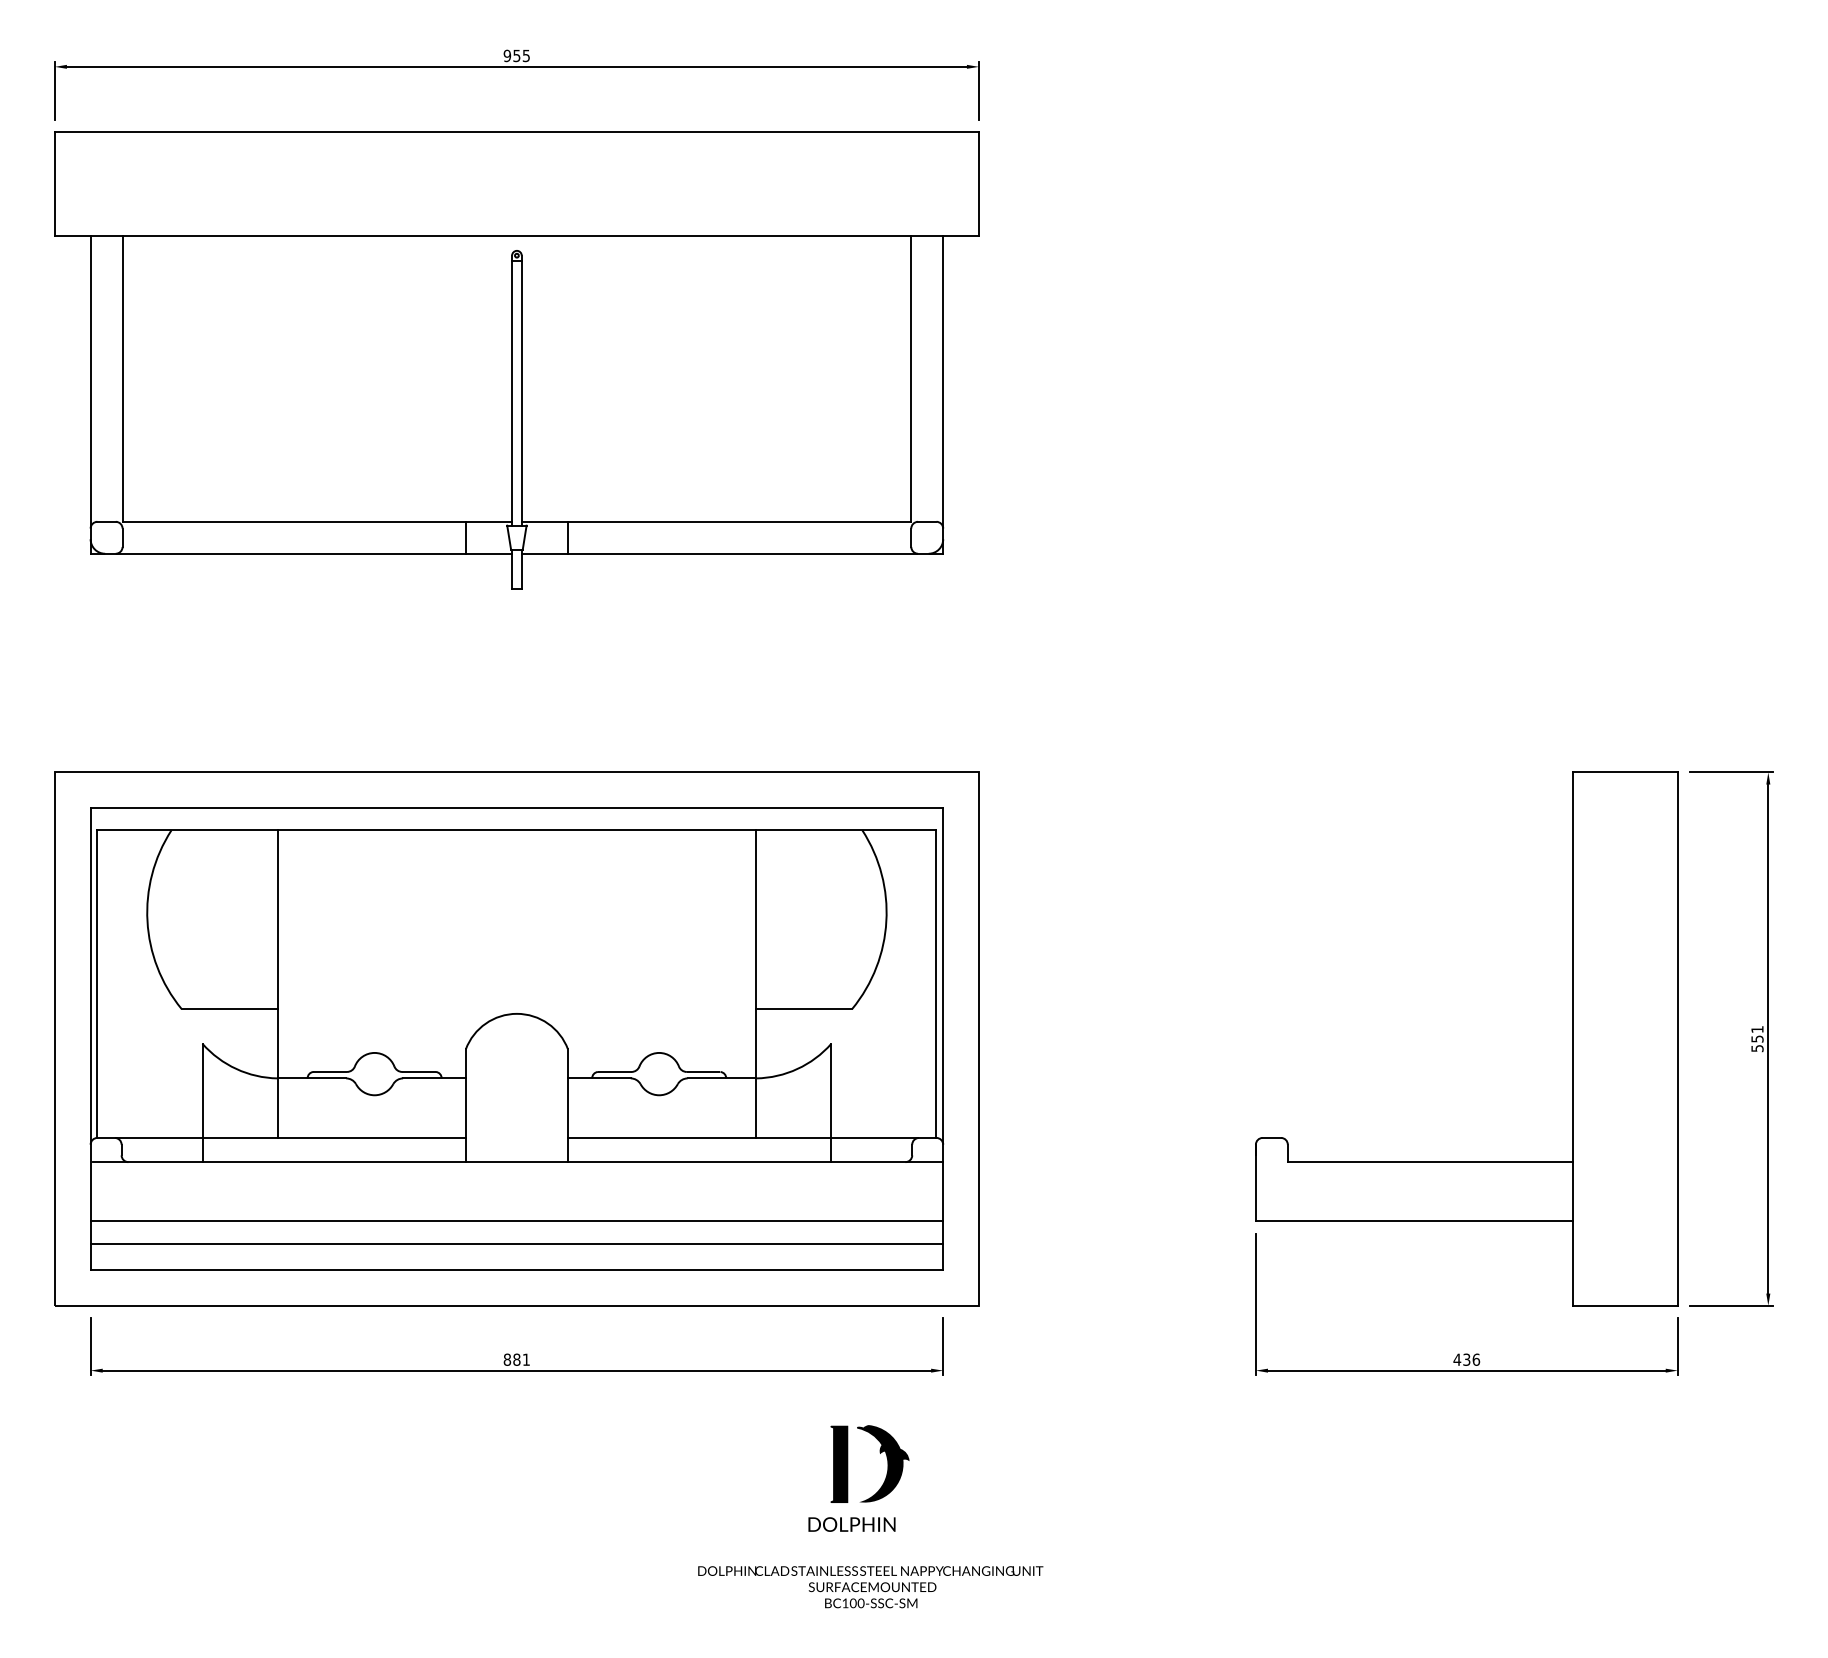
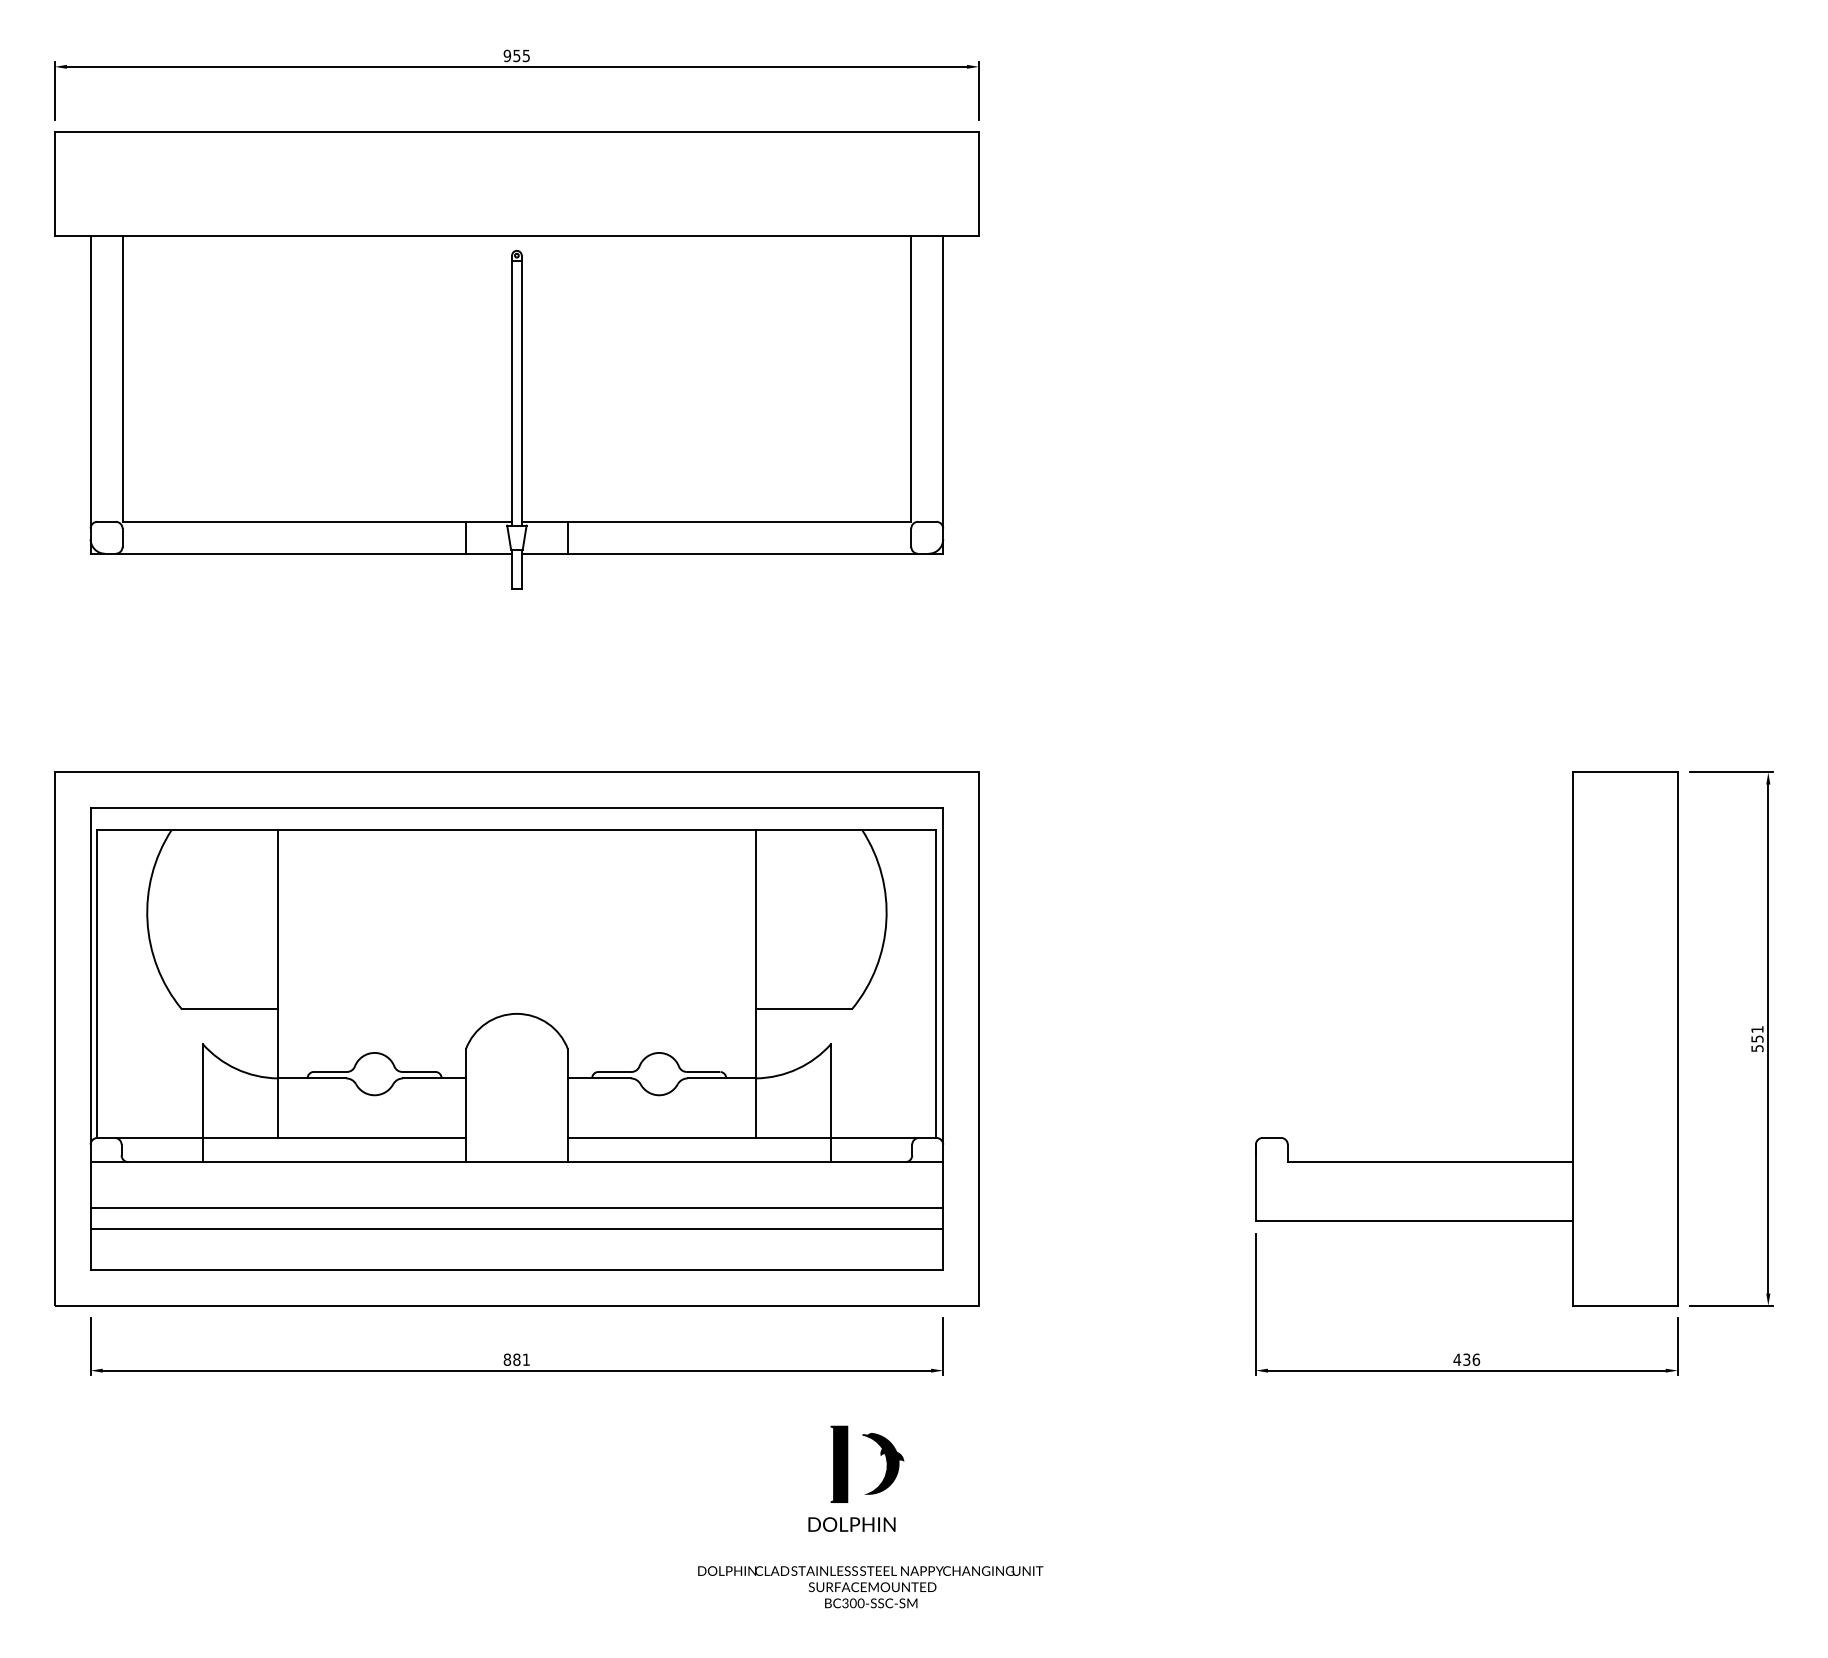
line at (516, 1221) position: (516, 1221) -> (516, 1208)
line at (516, 1243) position: (516, 1243) -> (516, 1228)
part at (883, 1463) size: 53x78 px -> 43x62 px
text at (845, 1603): BC100-SSC-SM -> BC300-SSC-SM
